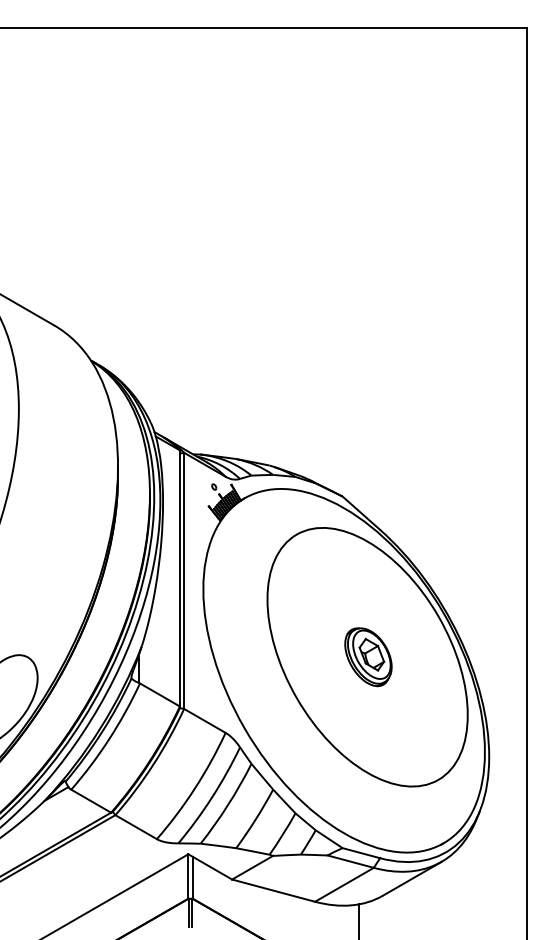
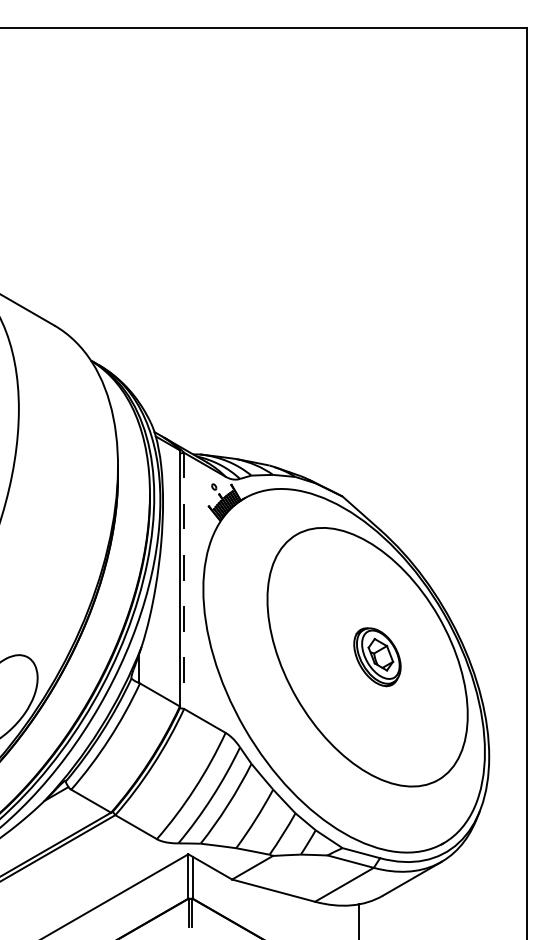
line at (184, 581): solid -> dashed
part at (368, 657) position: (368, 657) -> (377, 657)
